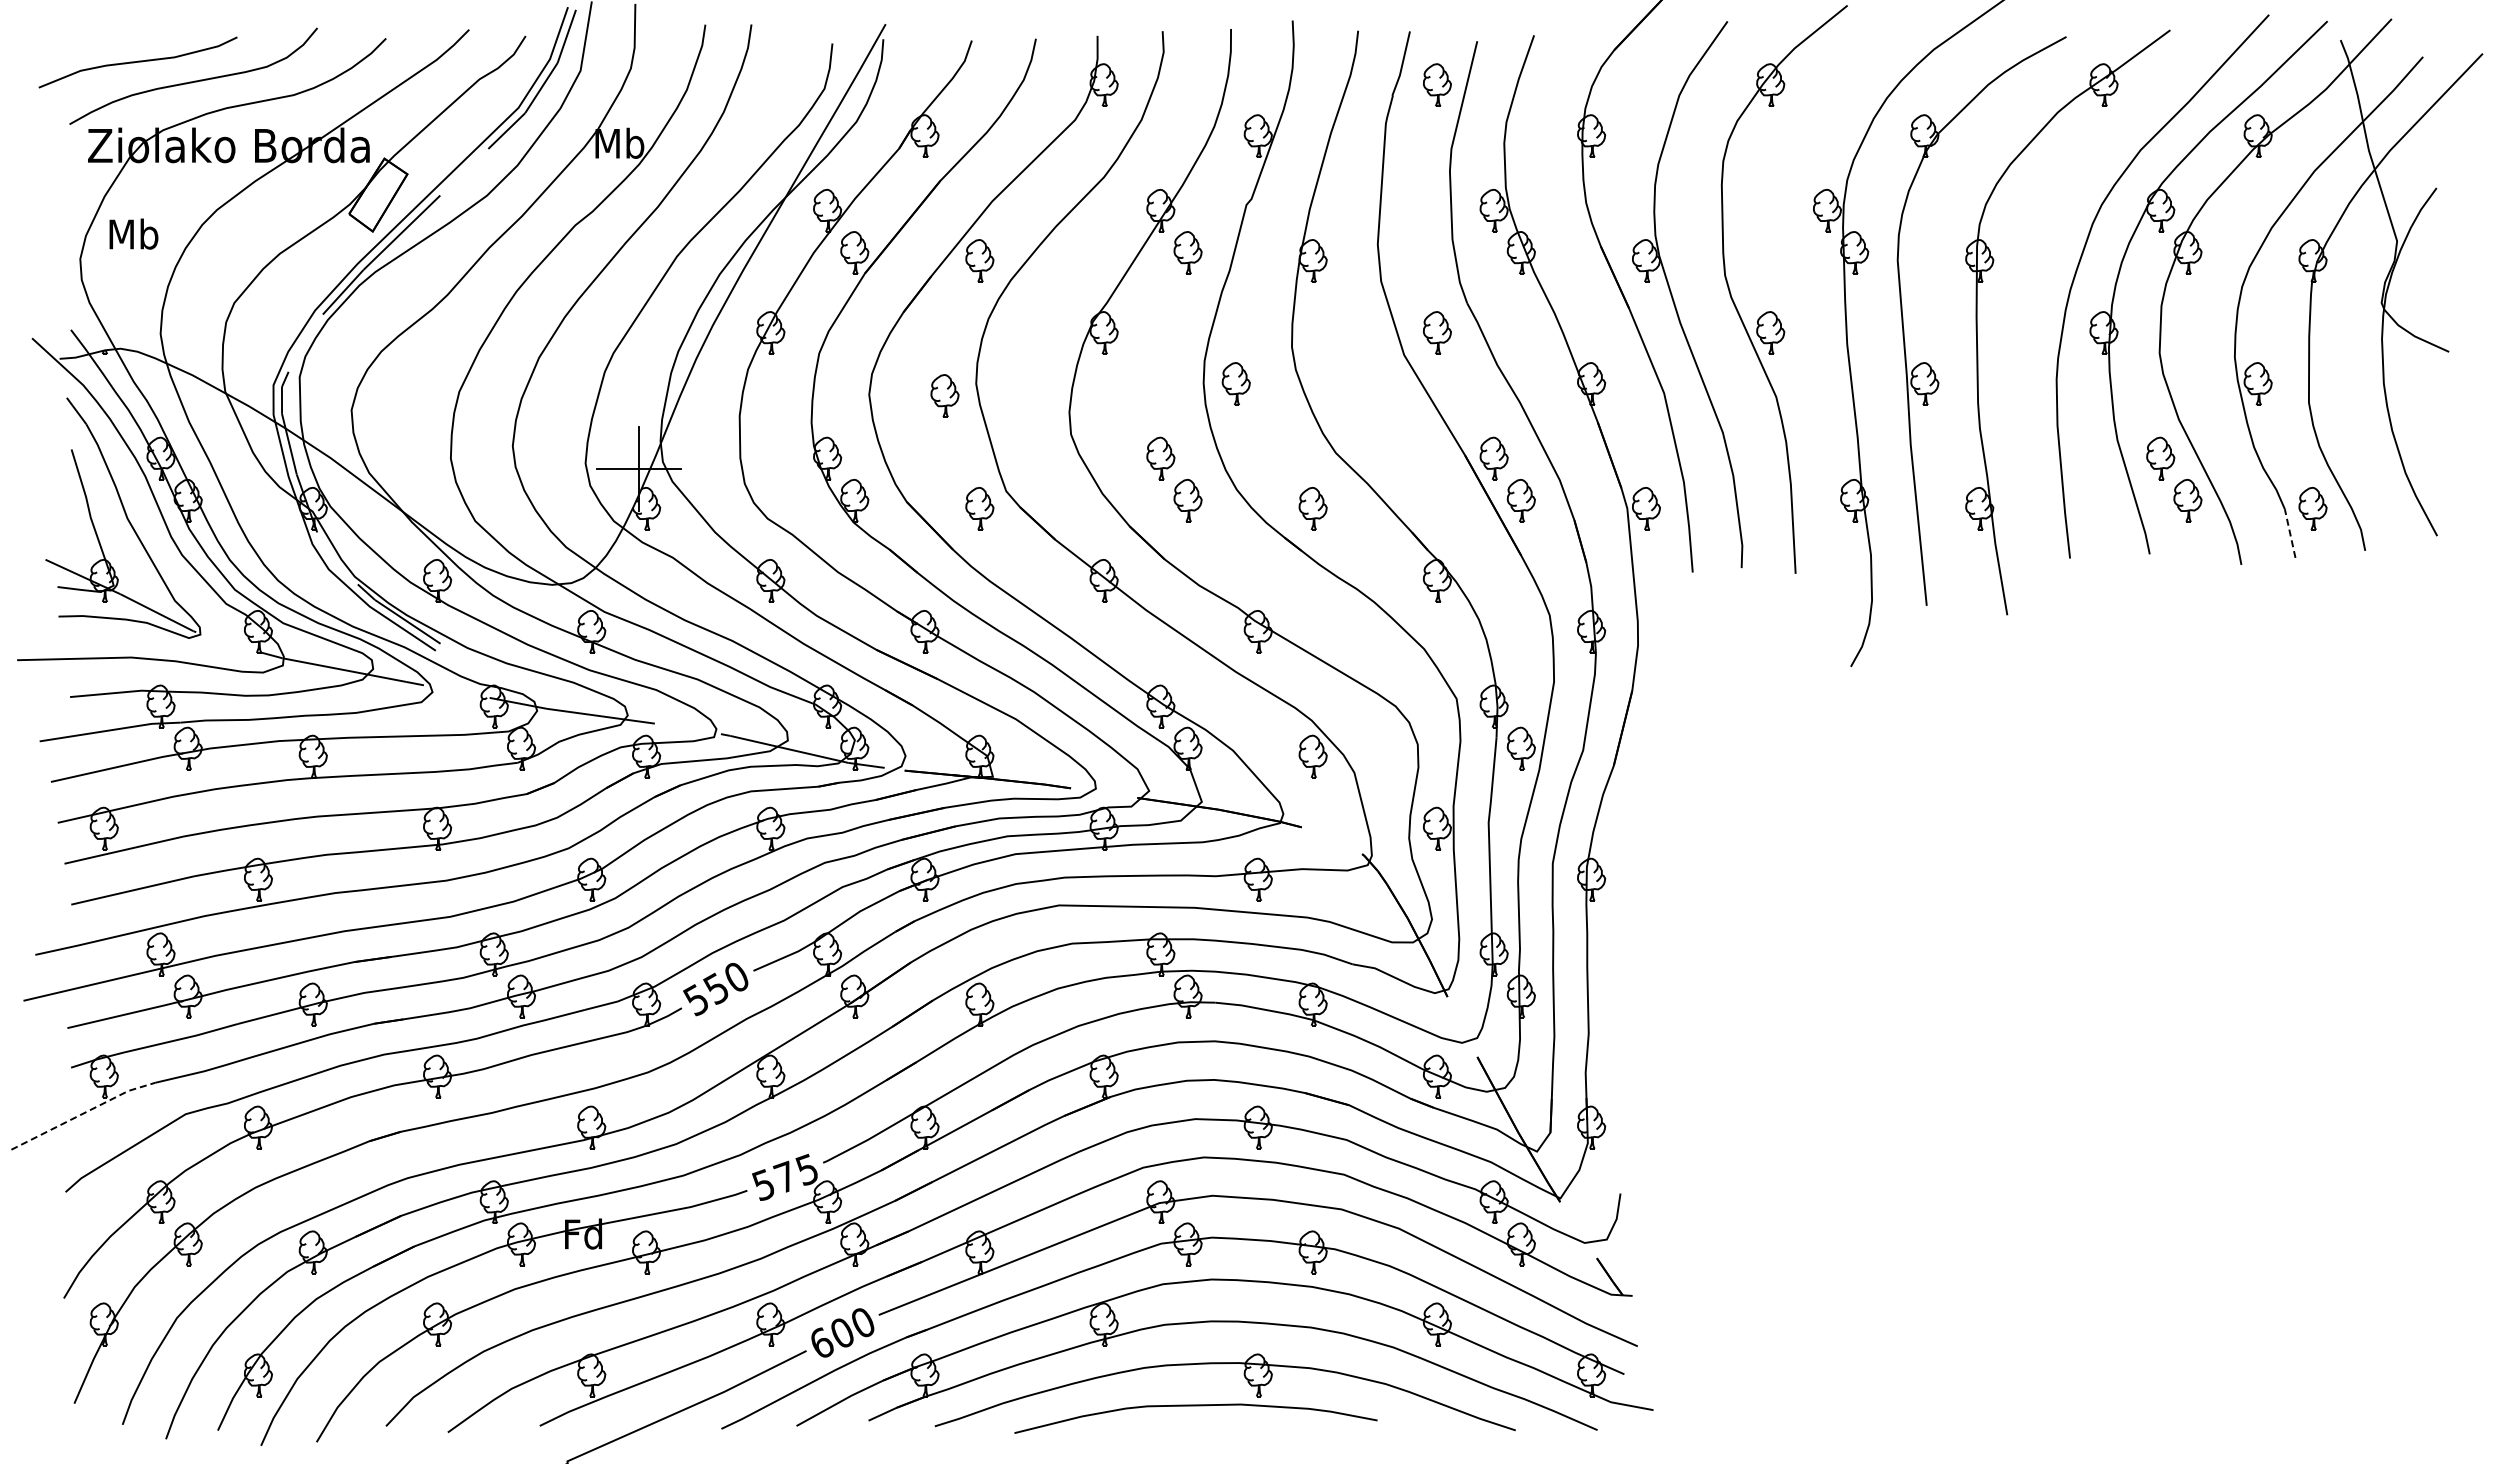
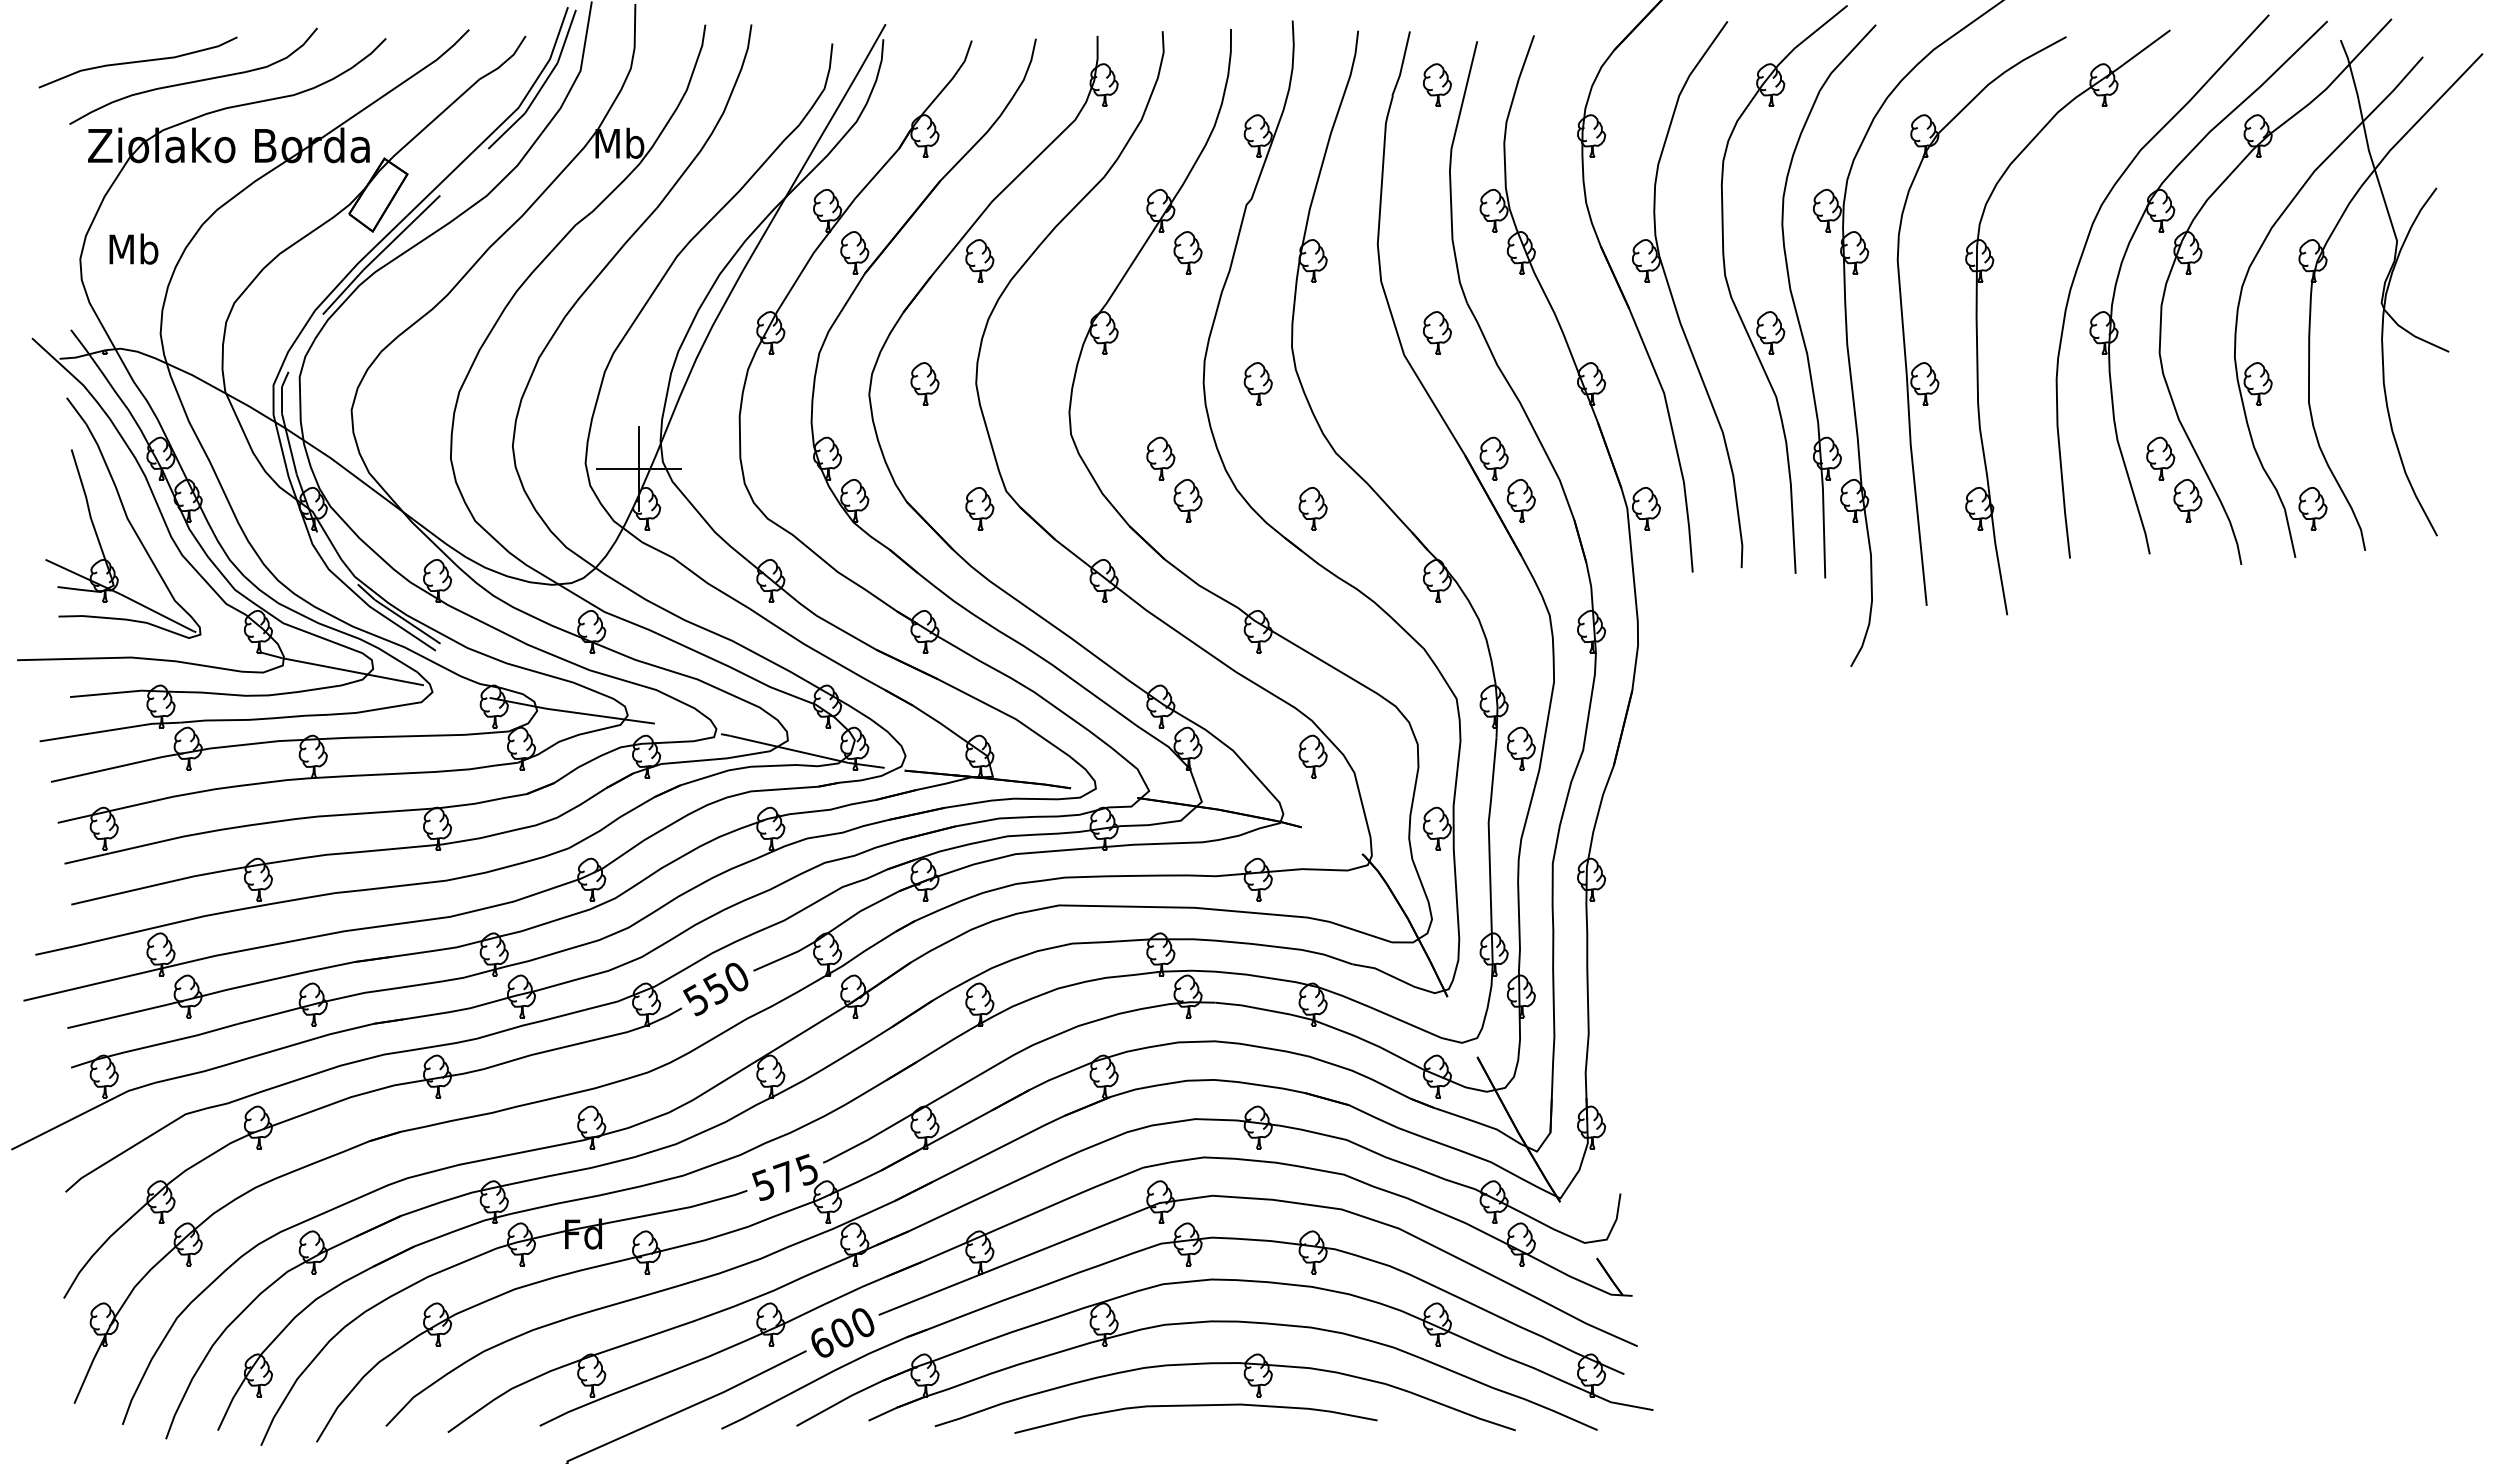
text at (133, 233) position: (133, 233) -> (133, 248)
part at (1796, 308): none -> present
part at (1235, 383) position: (1235, 383) -> (1257, 383)
part at (944, 395) position: (944, 395) -> (924, 383)
line at (2290, 533): dashed -> solid
line at (83, 1113): dashed -> solid
